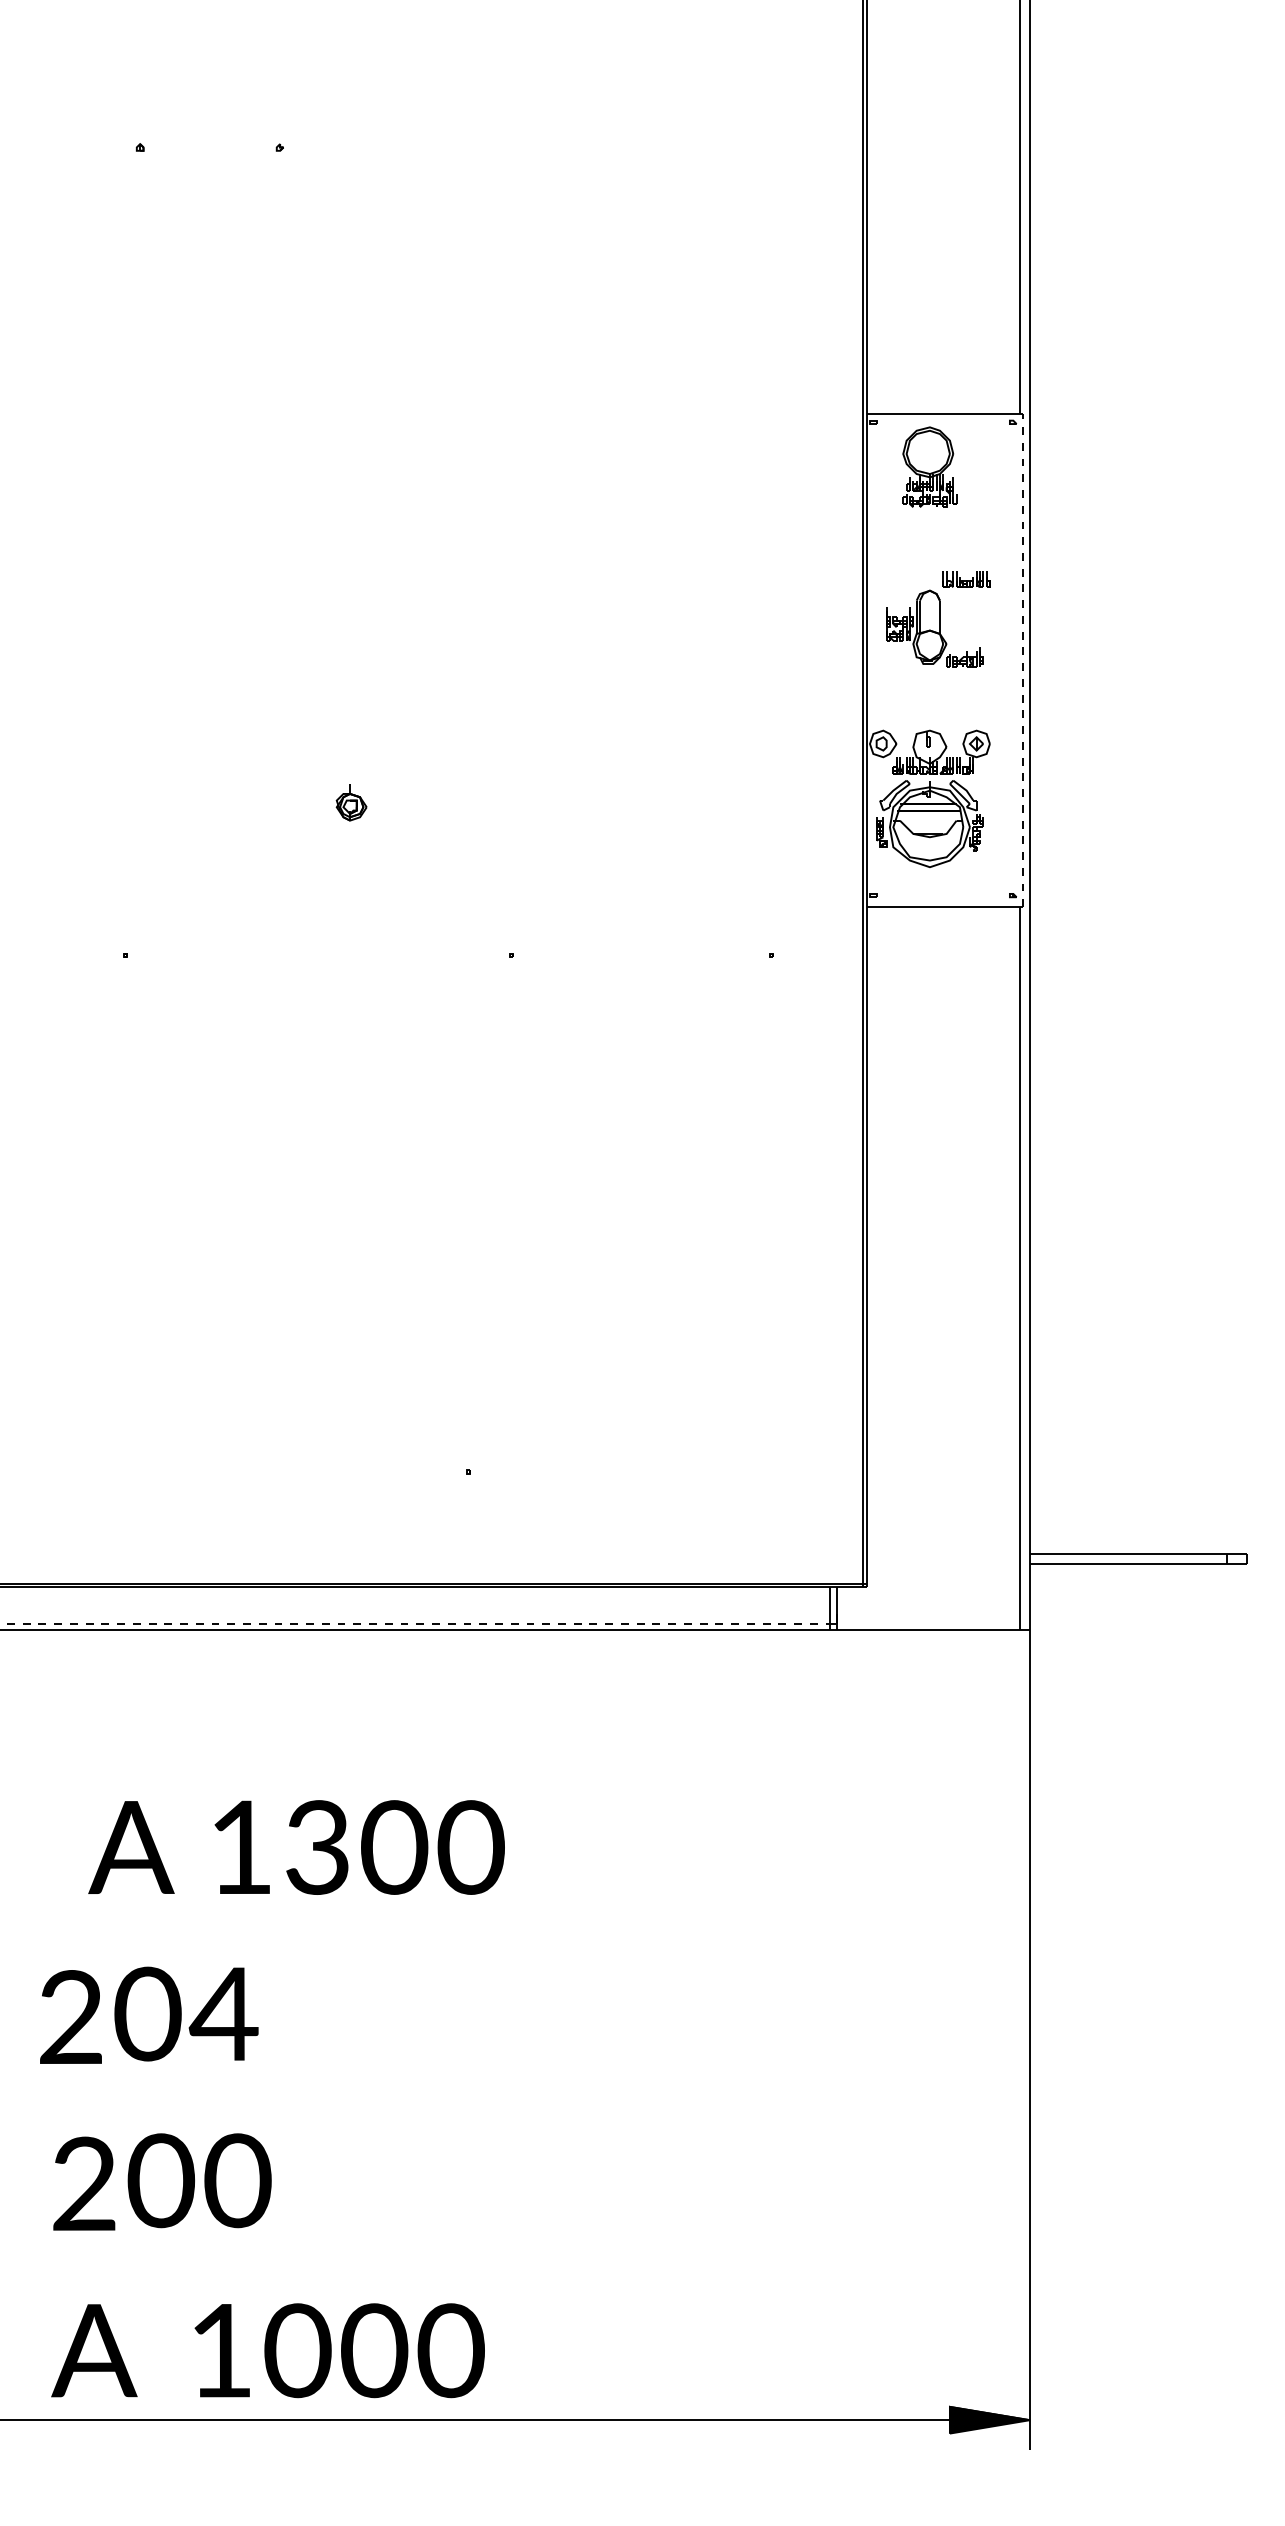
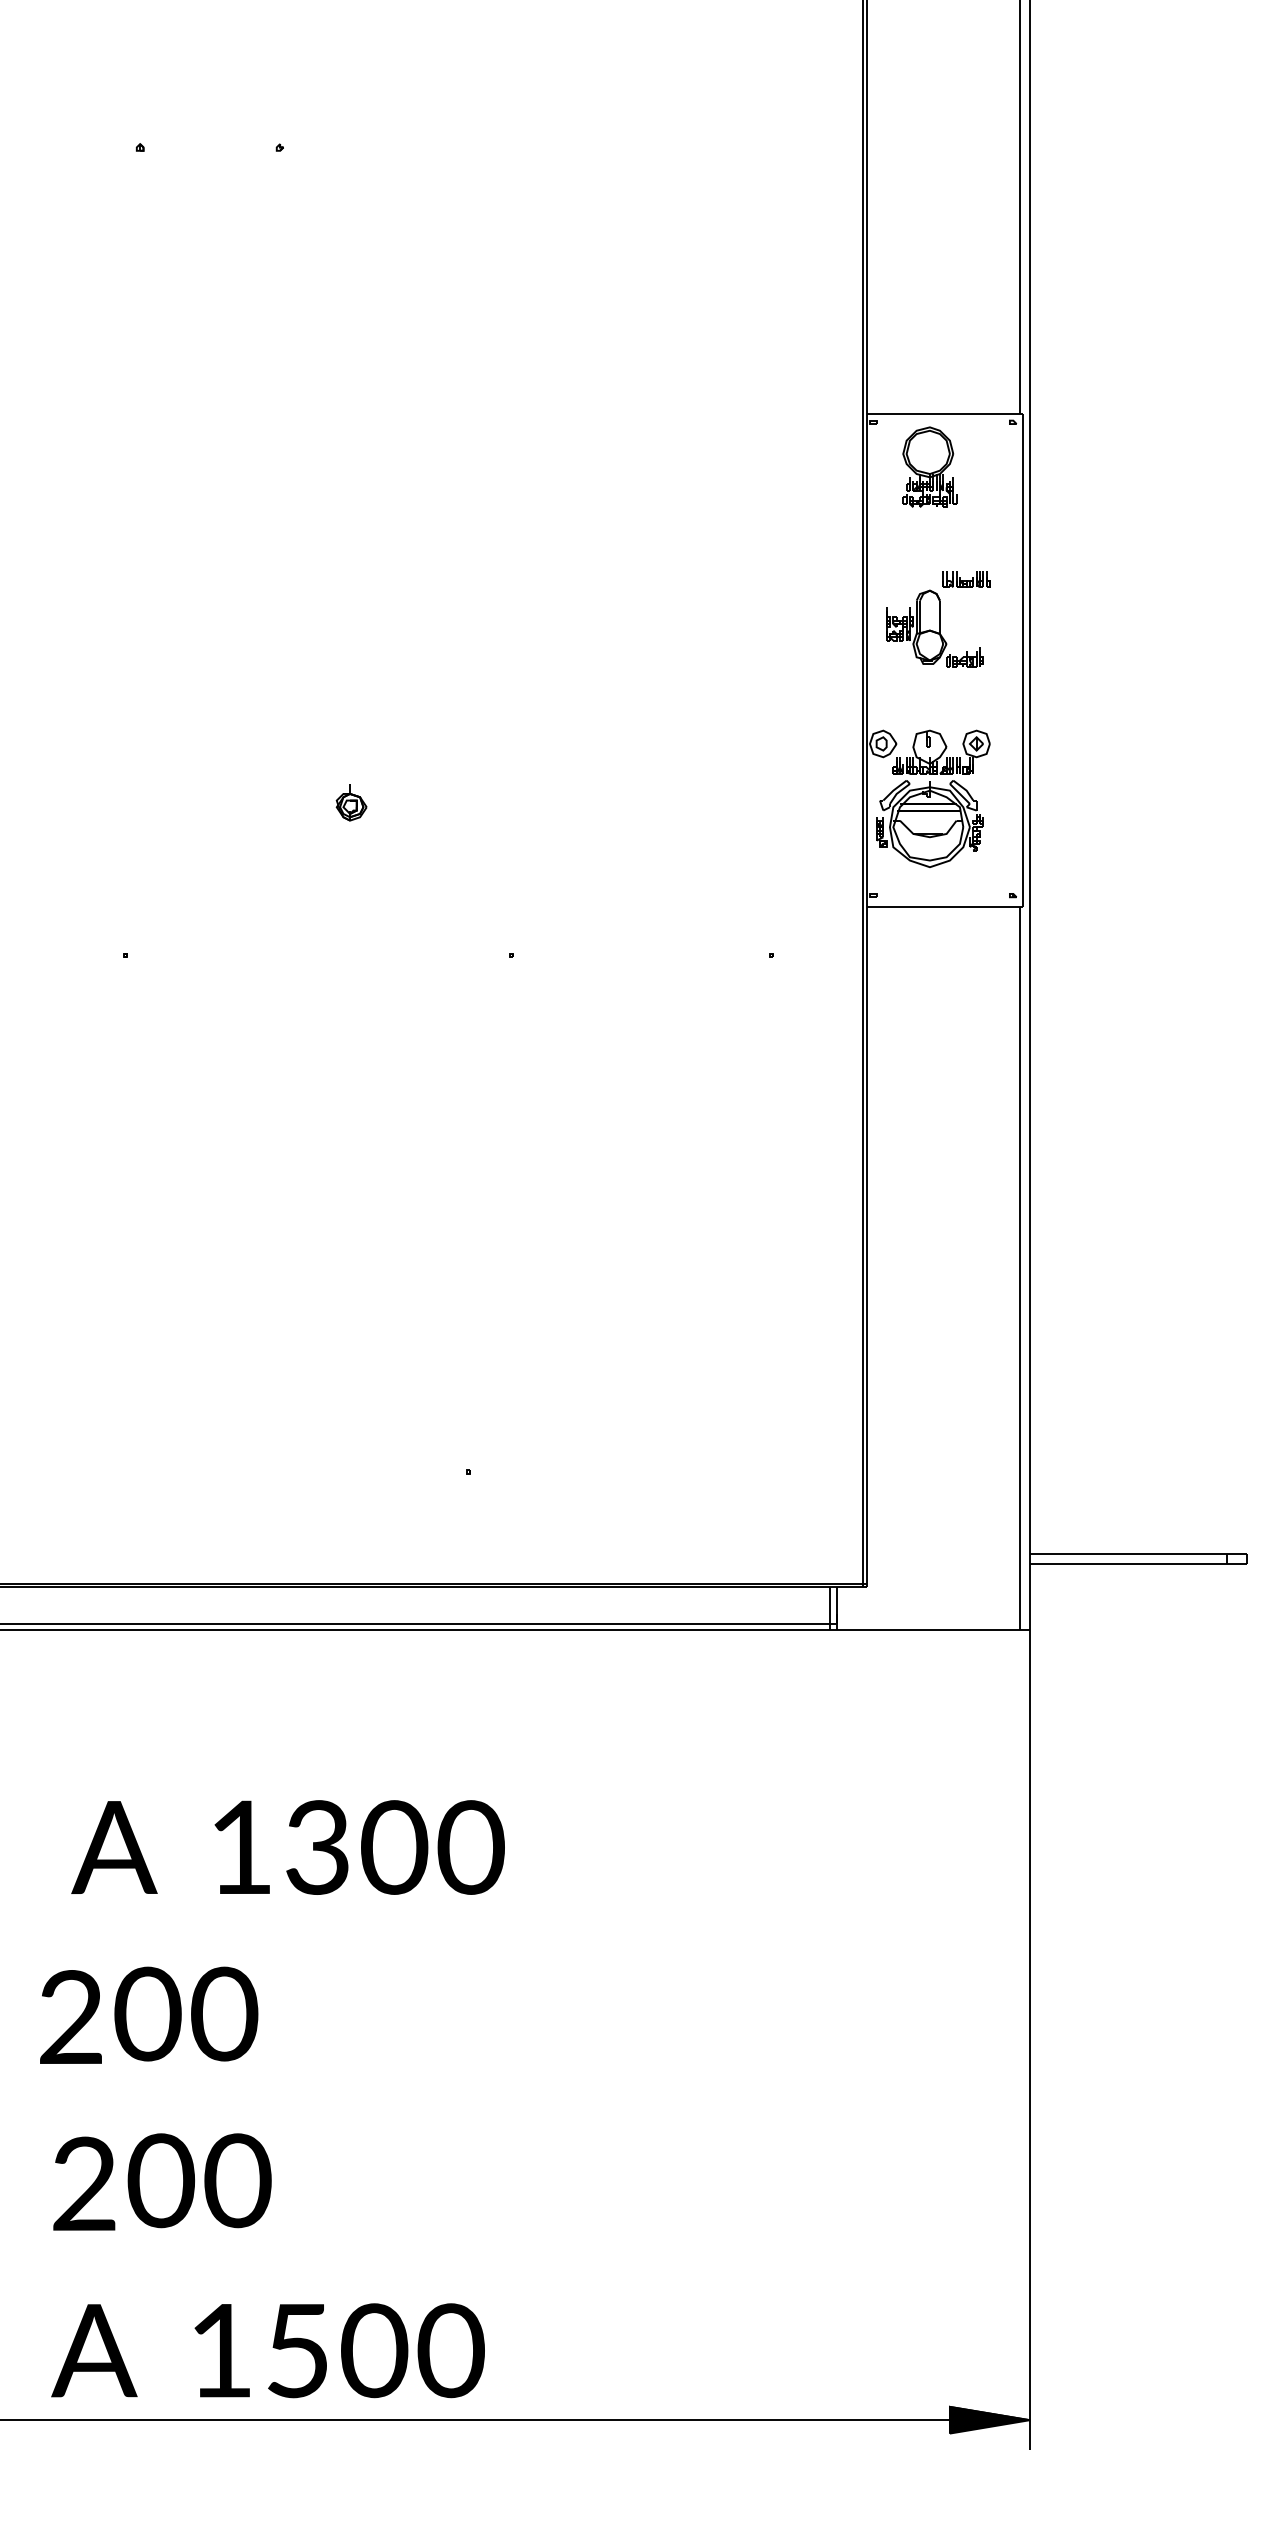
line at (1023, 660): dashed -> solid
line at (415, 1623): dashed -> solid
text at (131, 1847) position: (131, 1847) -> (114, 1847)
text at (223, 2013): 4 -> 0
text at (297, 2350): 0 -> 5
